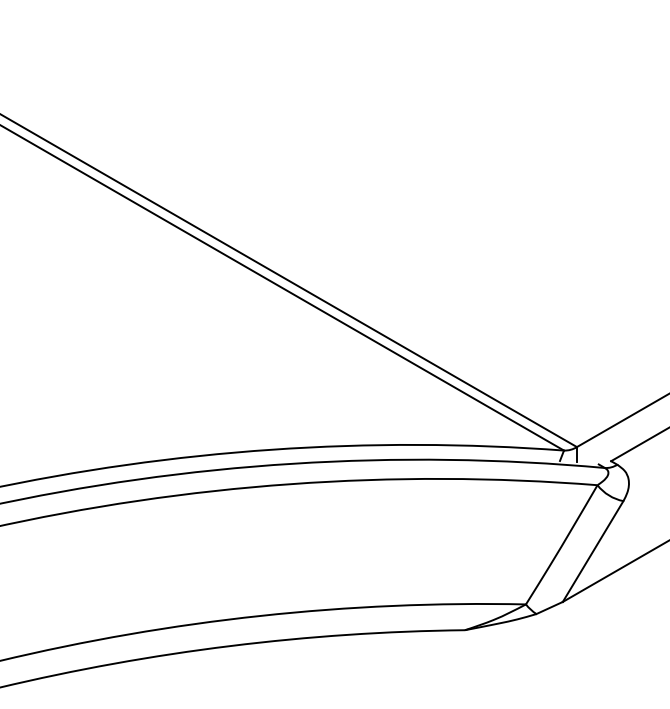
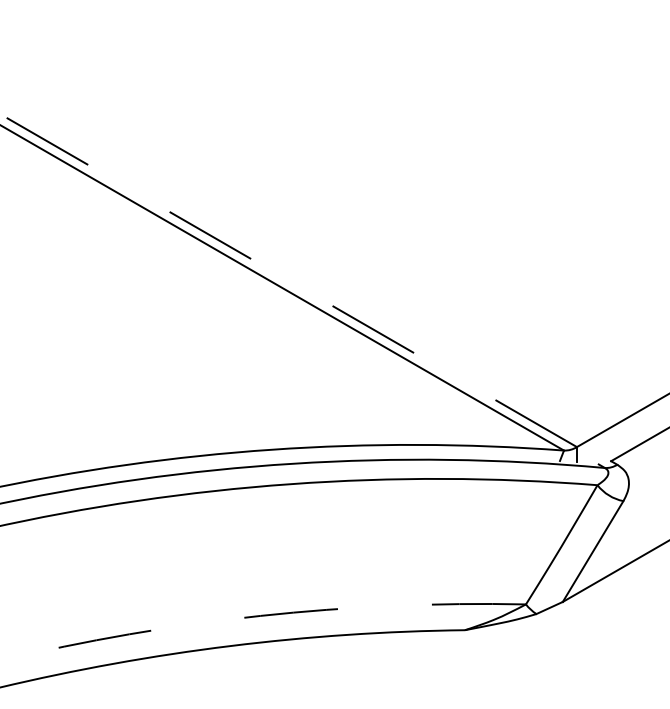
line at (288, 280): solid -> dashed
arc at (260, 615): solid -> dashed
